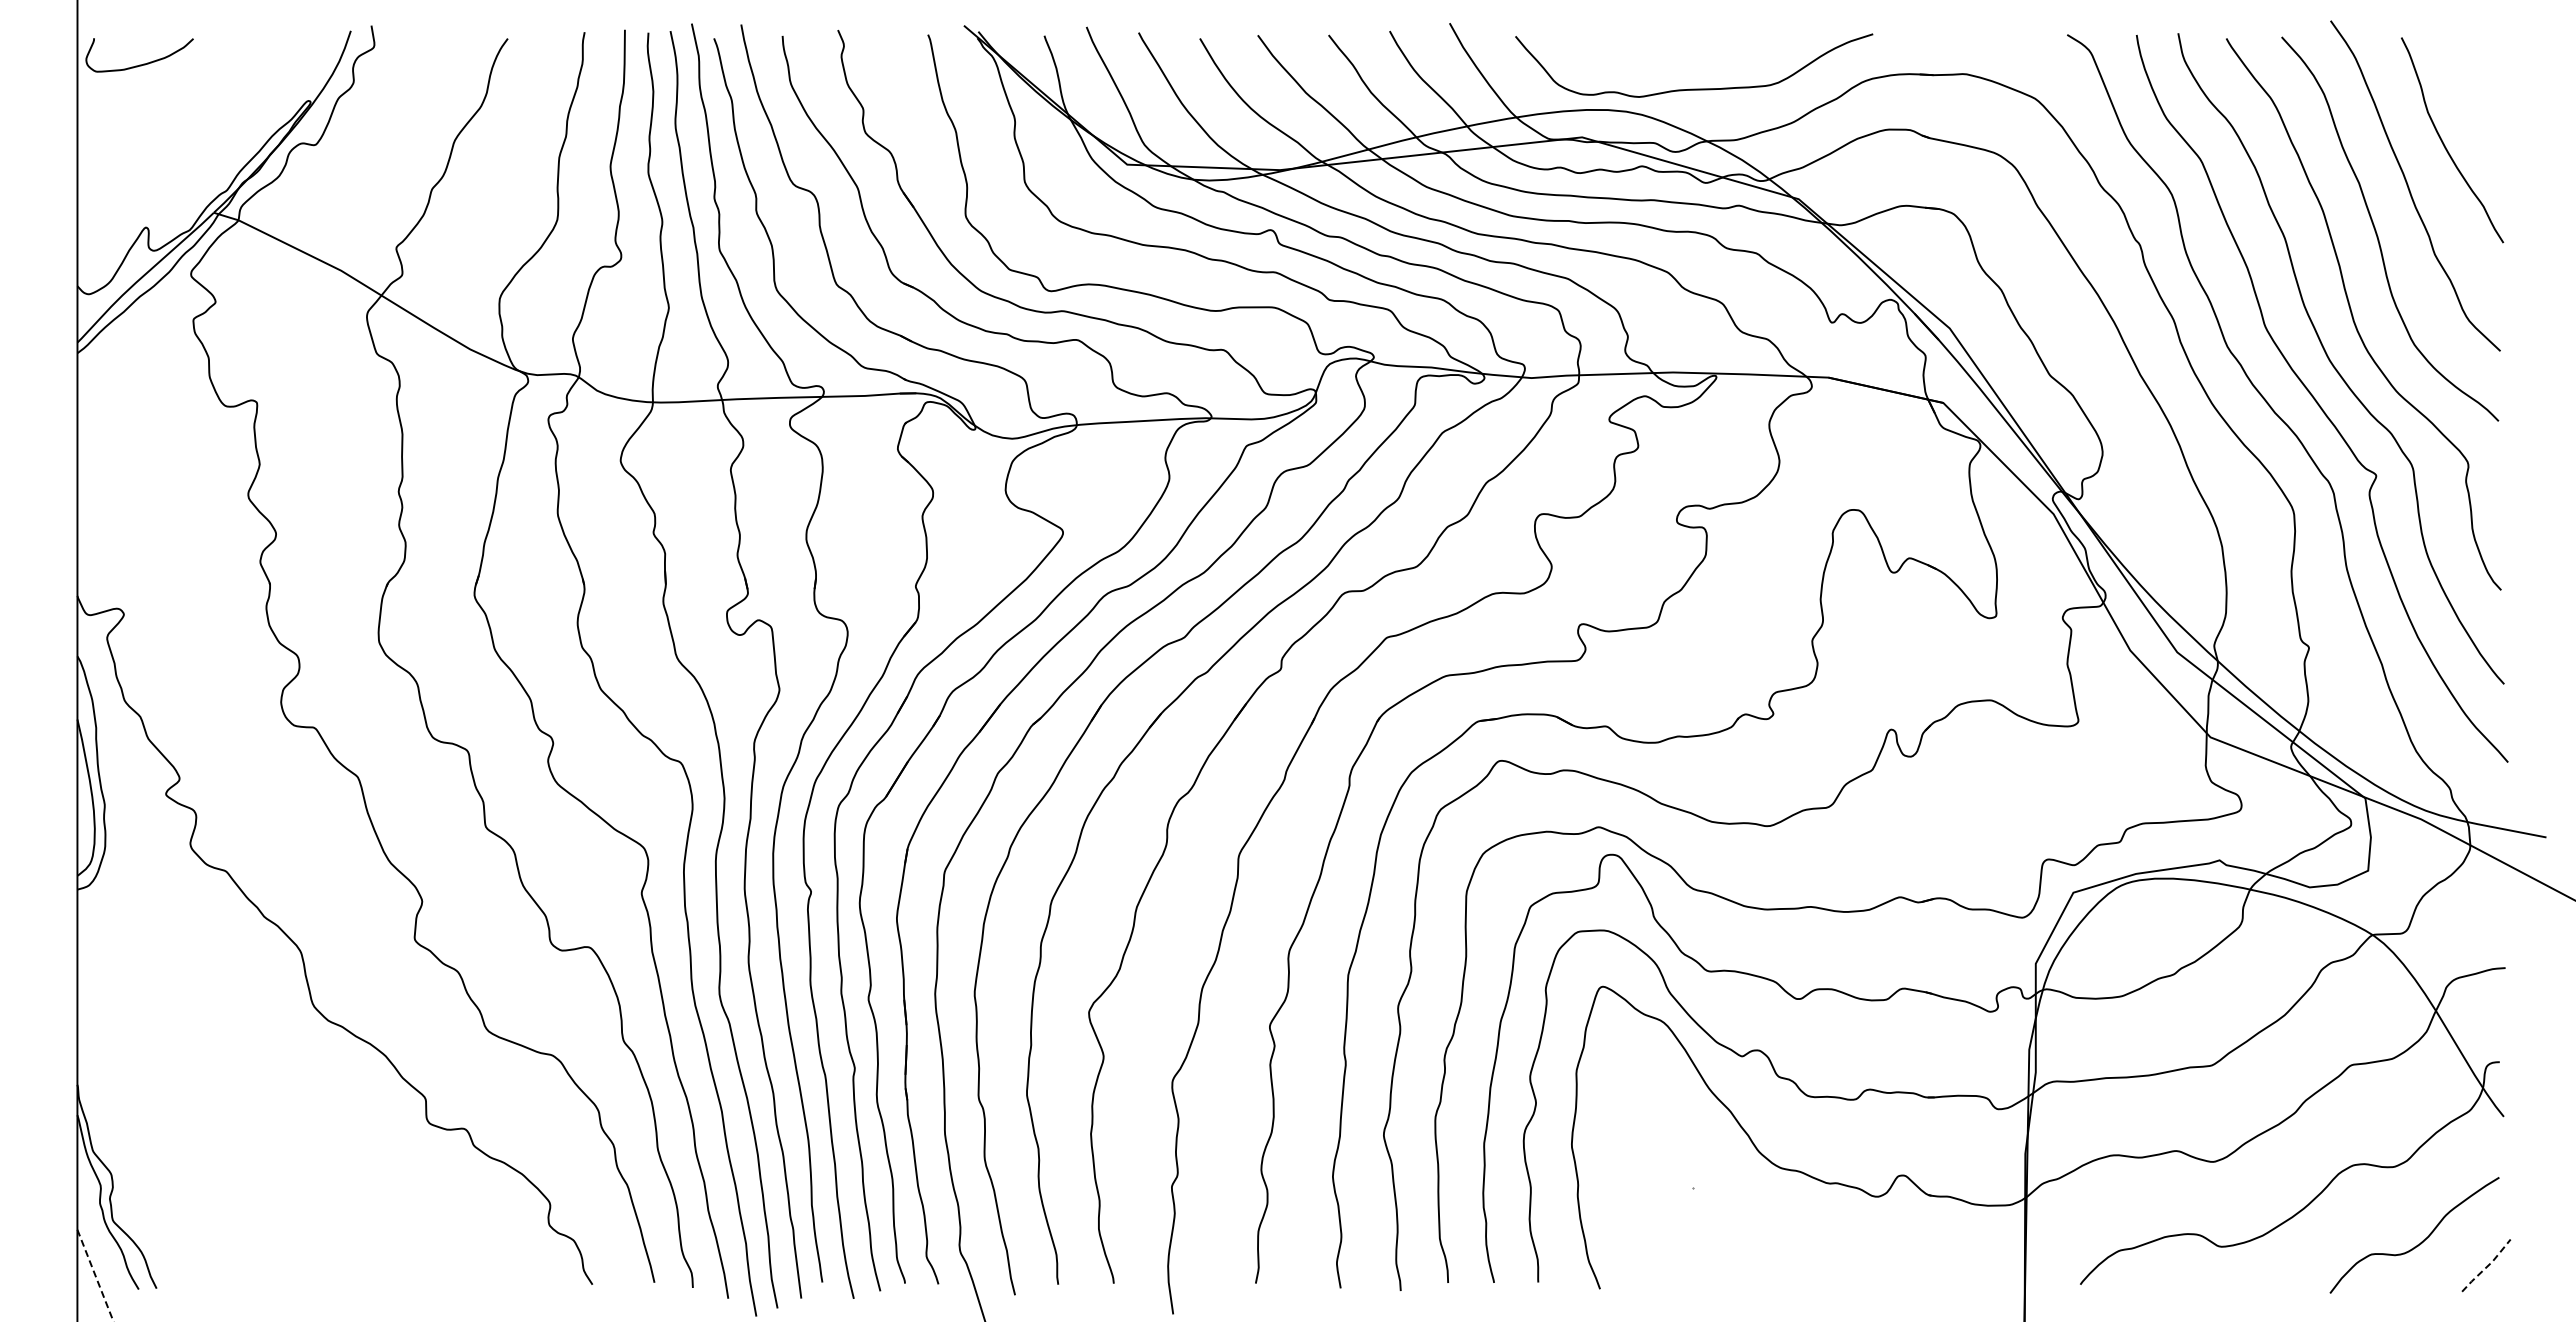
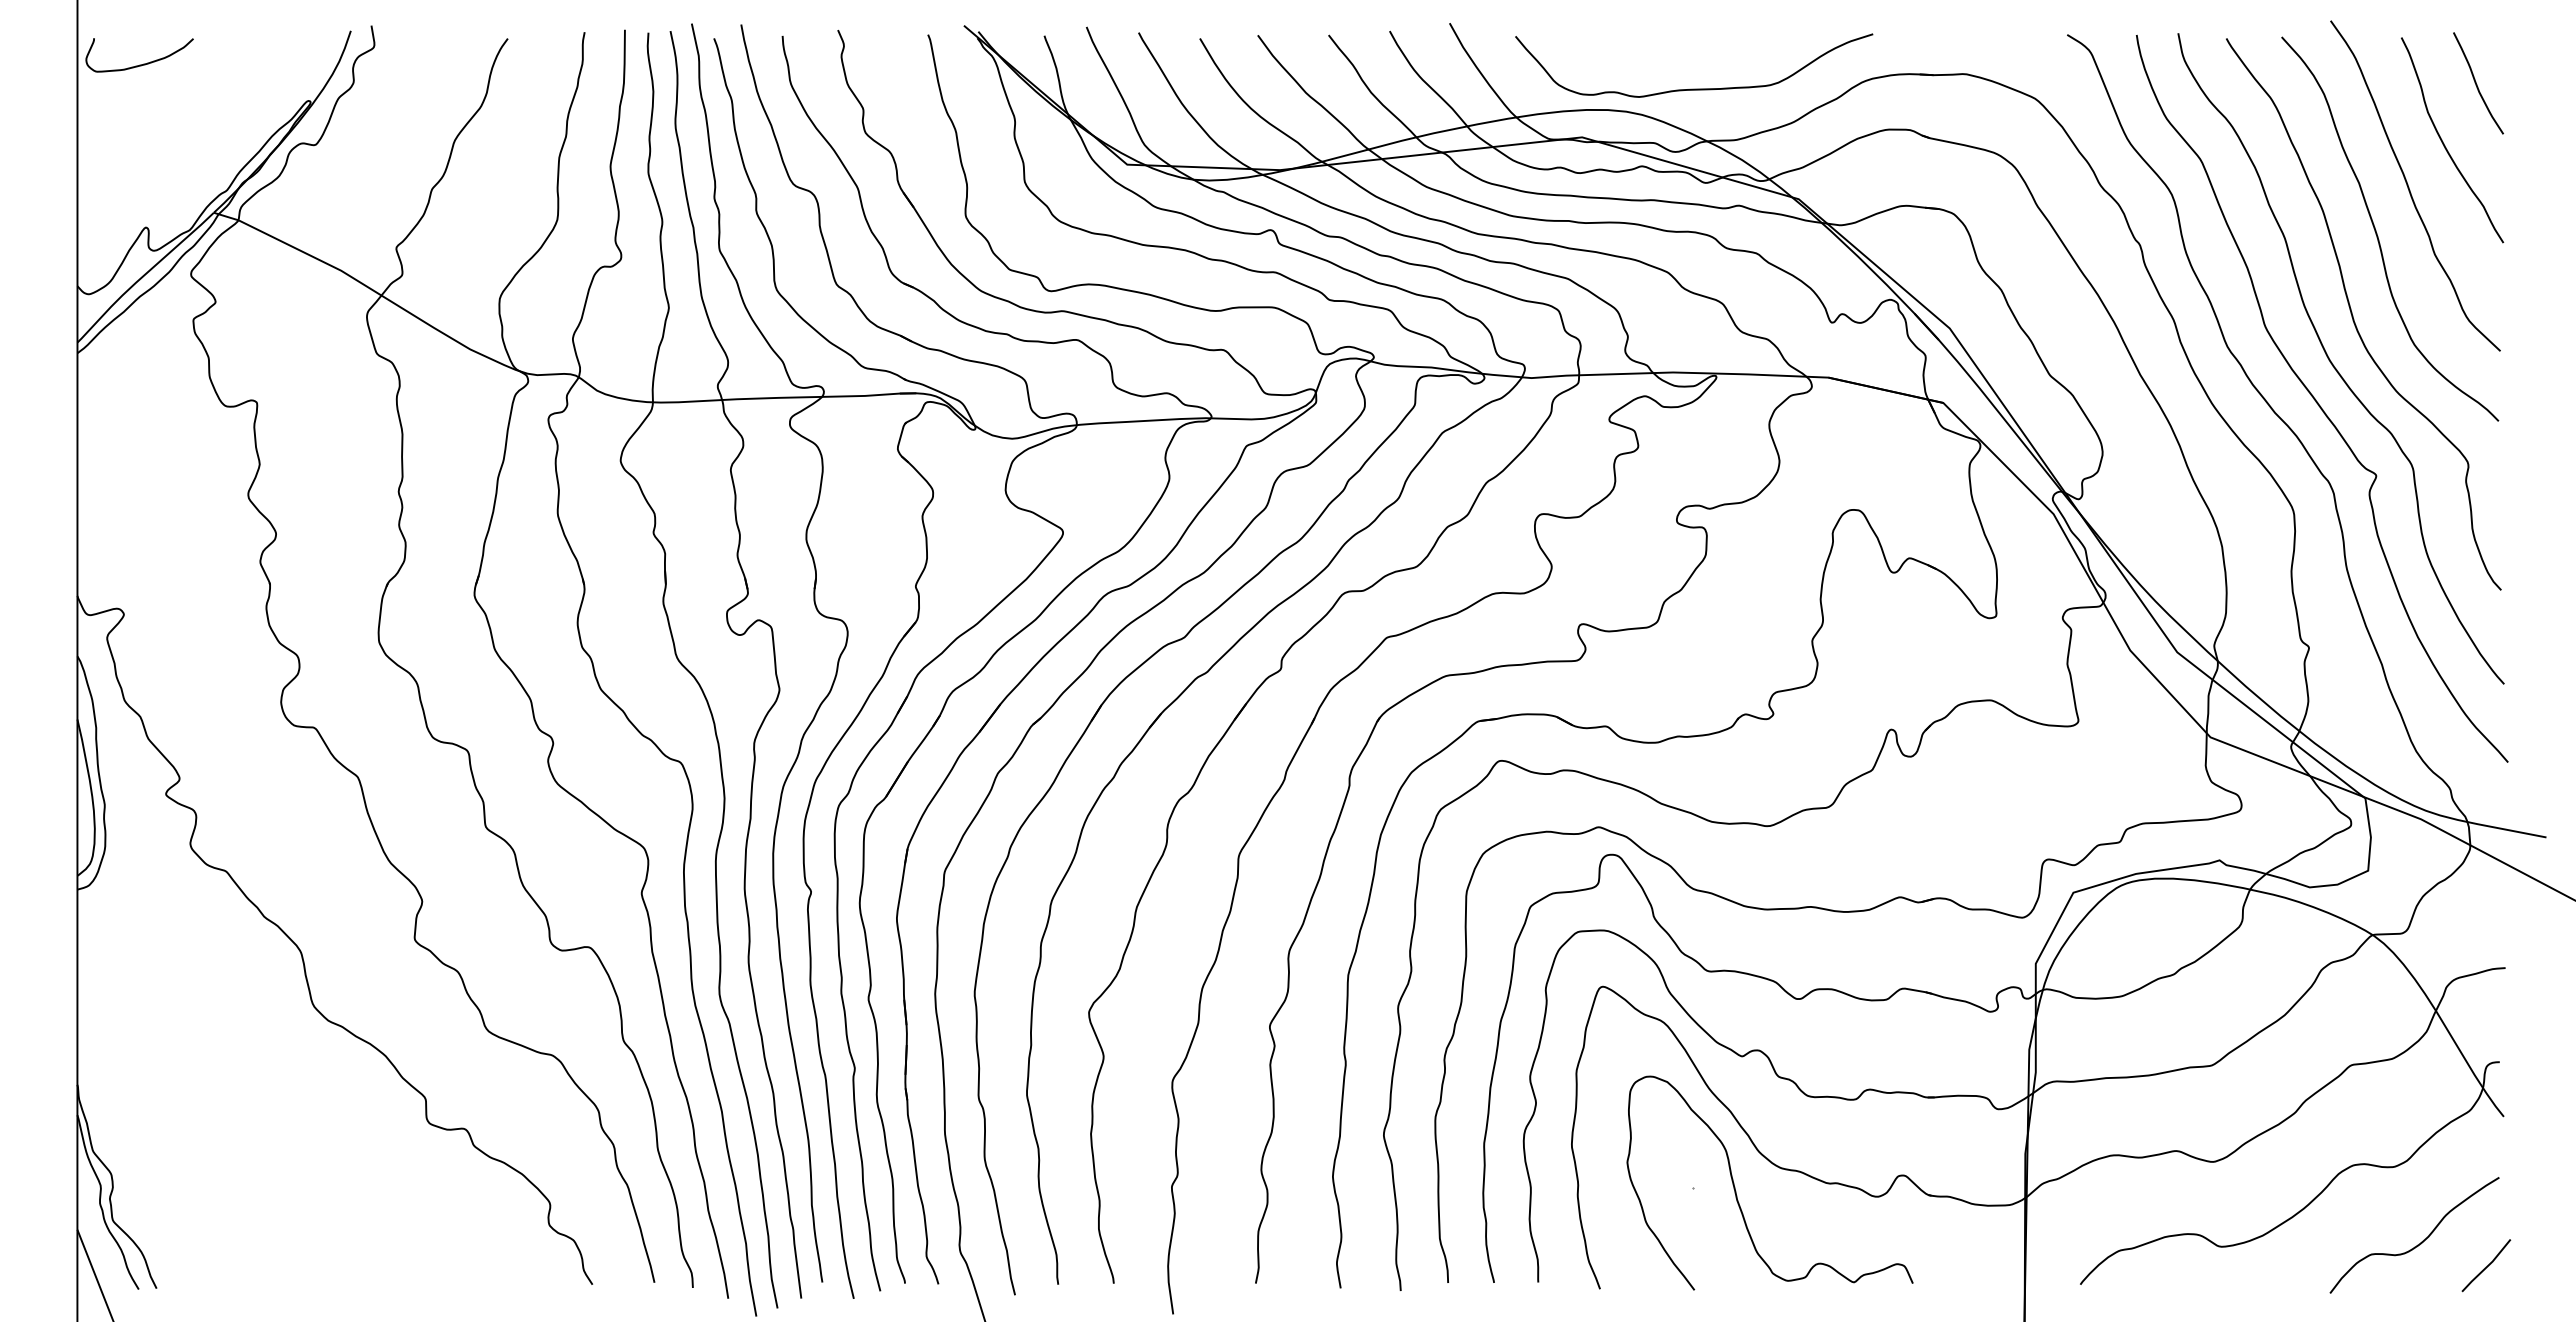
curve at (2477, 84): none -> present
curve at (1736, 1191): none -> present
line at (2487, 1266): dashed -> solid
line at (95, 1275): dashed -> solid
